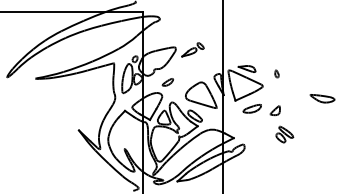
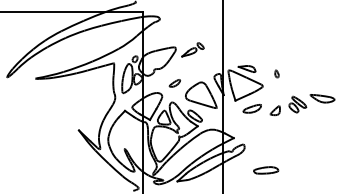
part at (167, 82) position: (167, 82) -> (174, 83)
part at (284, 134) position: (284, 134) -> (297, 104)
part at (266, 170): none -> present
